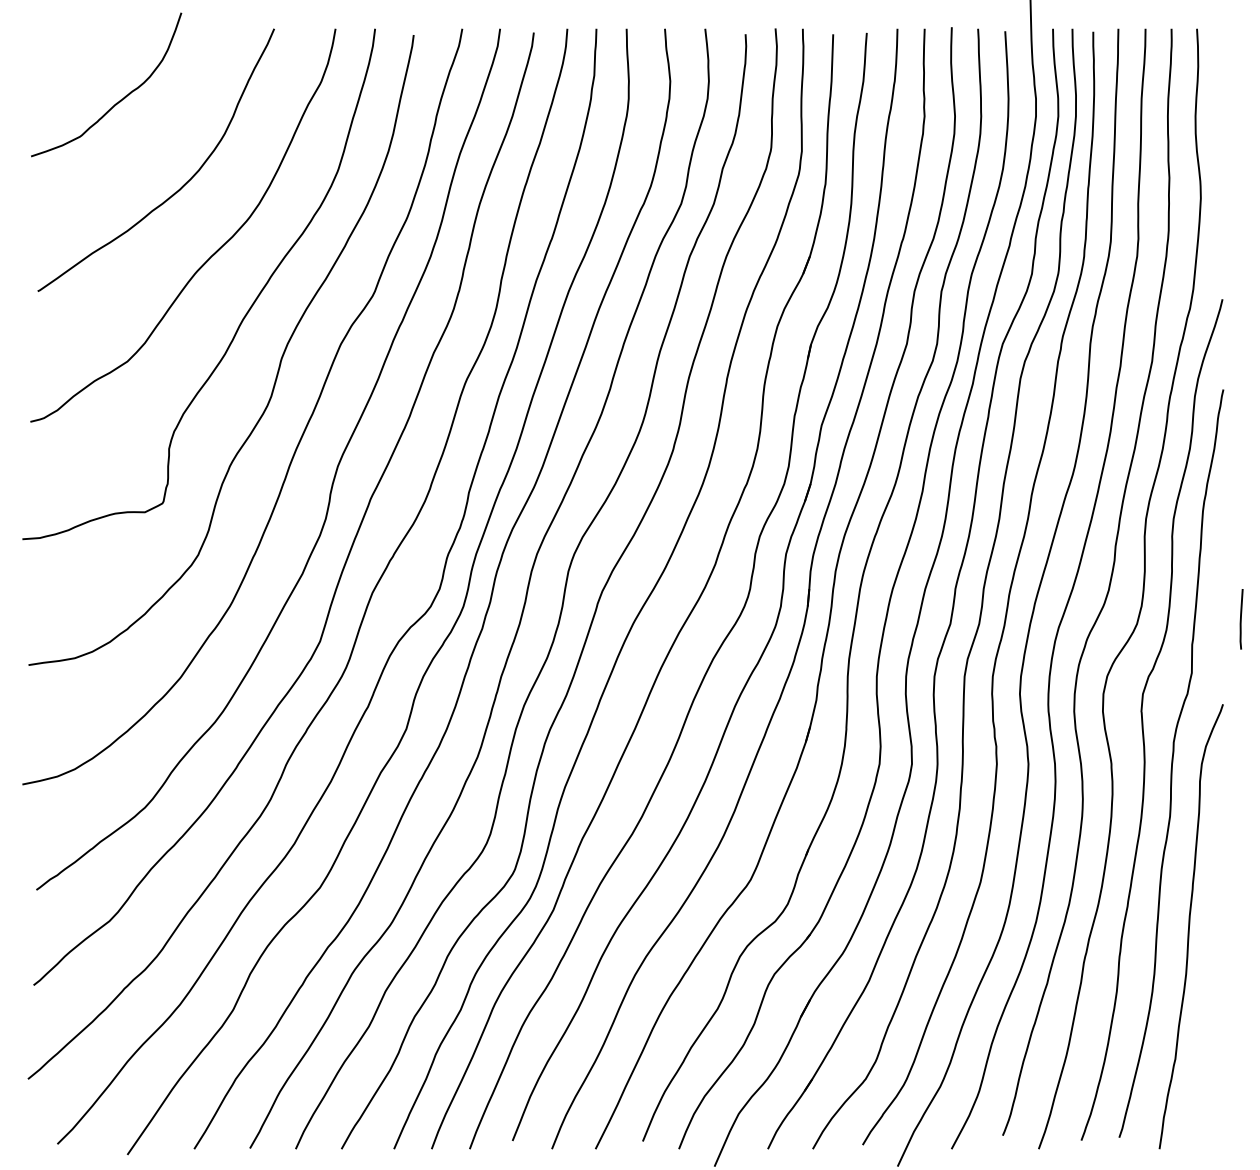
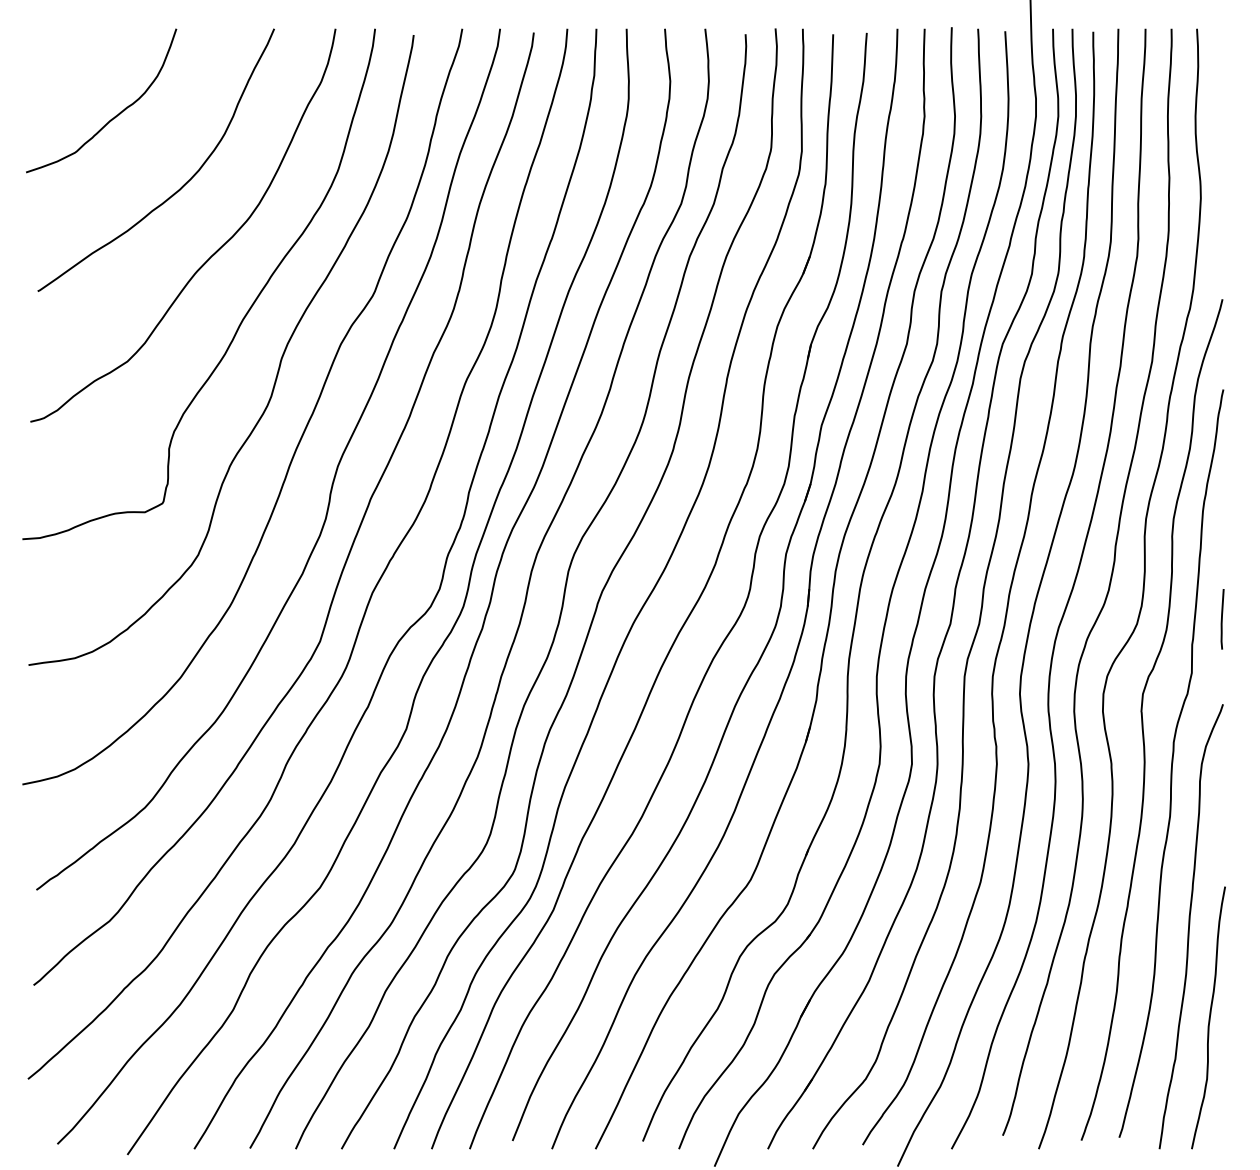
curve at (120, 99) position: (120, 99) -> (115, 115)
line at (1241, 619) position: (1241, 619) -> (1222, 619)
curve at (1209, 1017): none -> present
